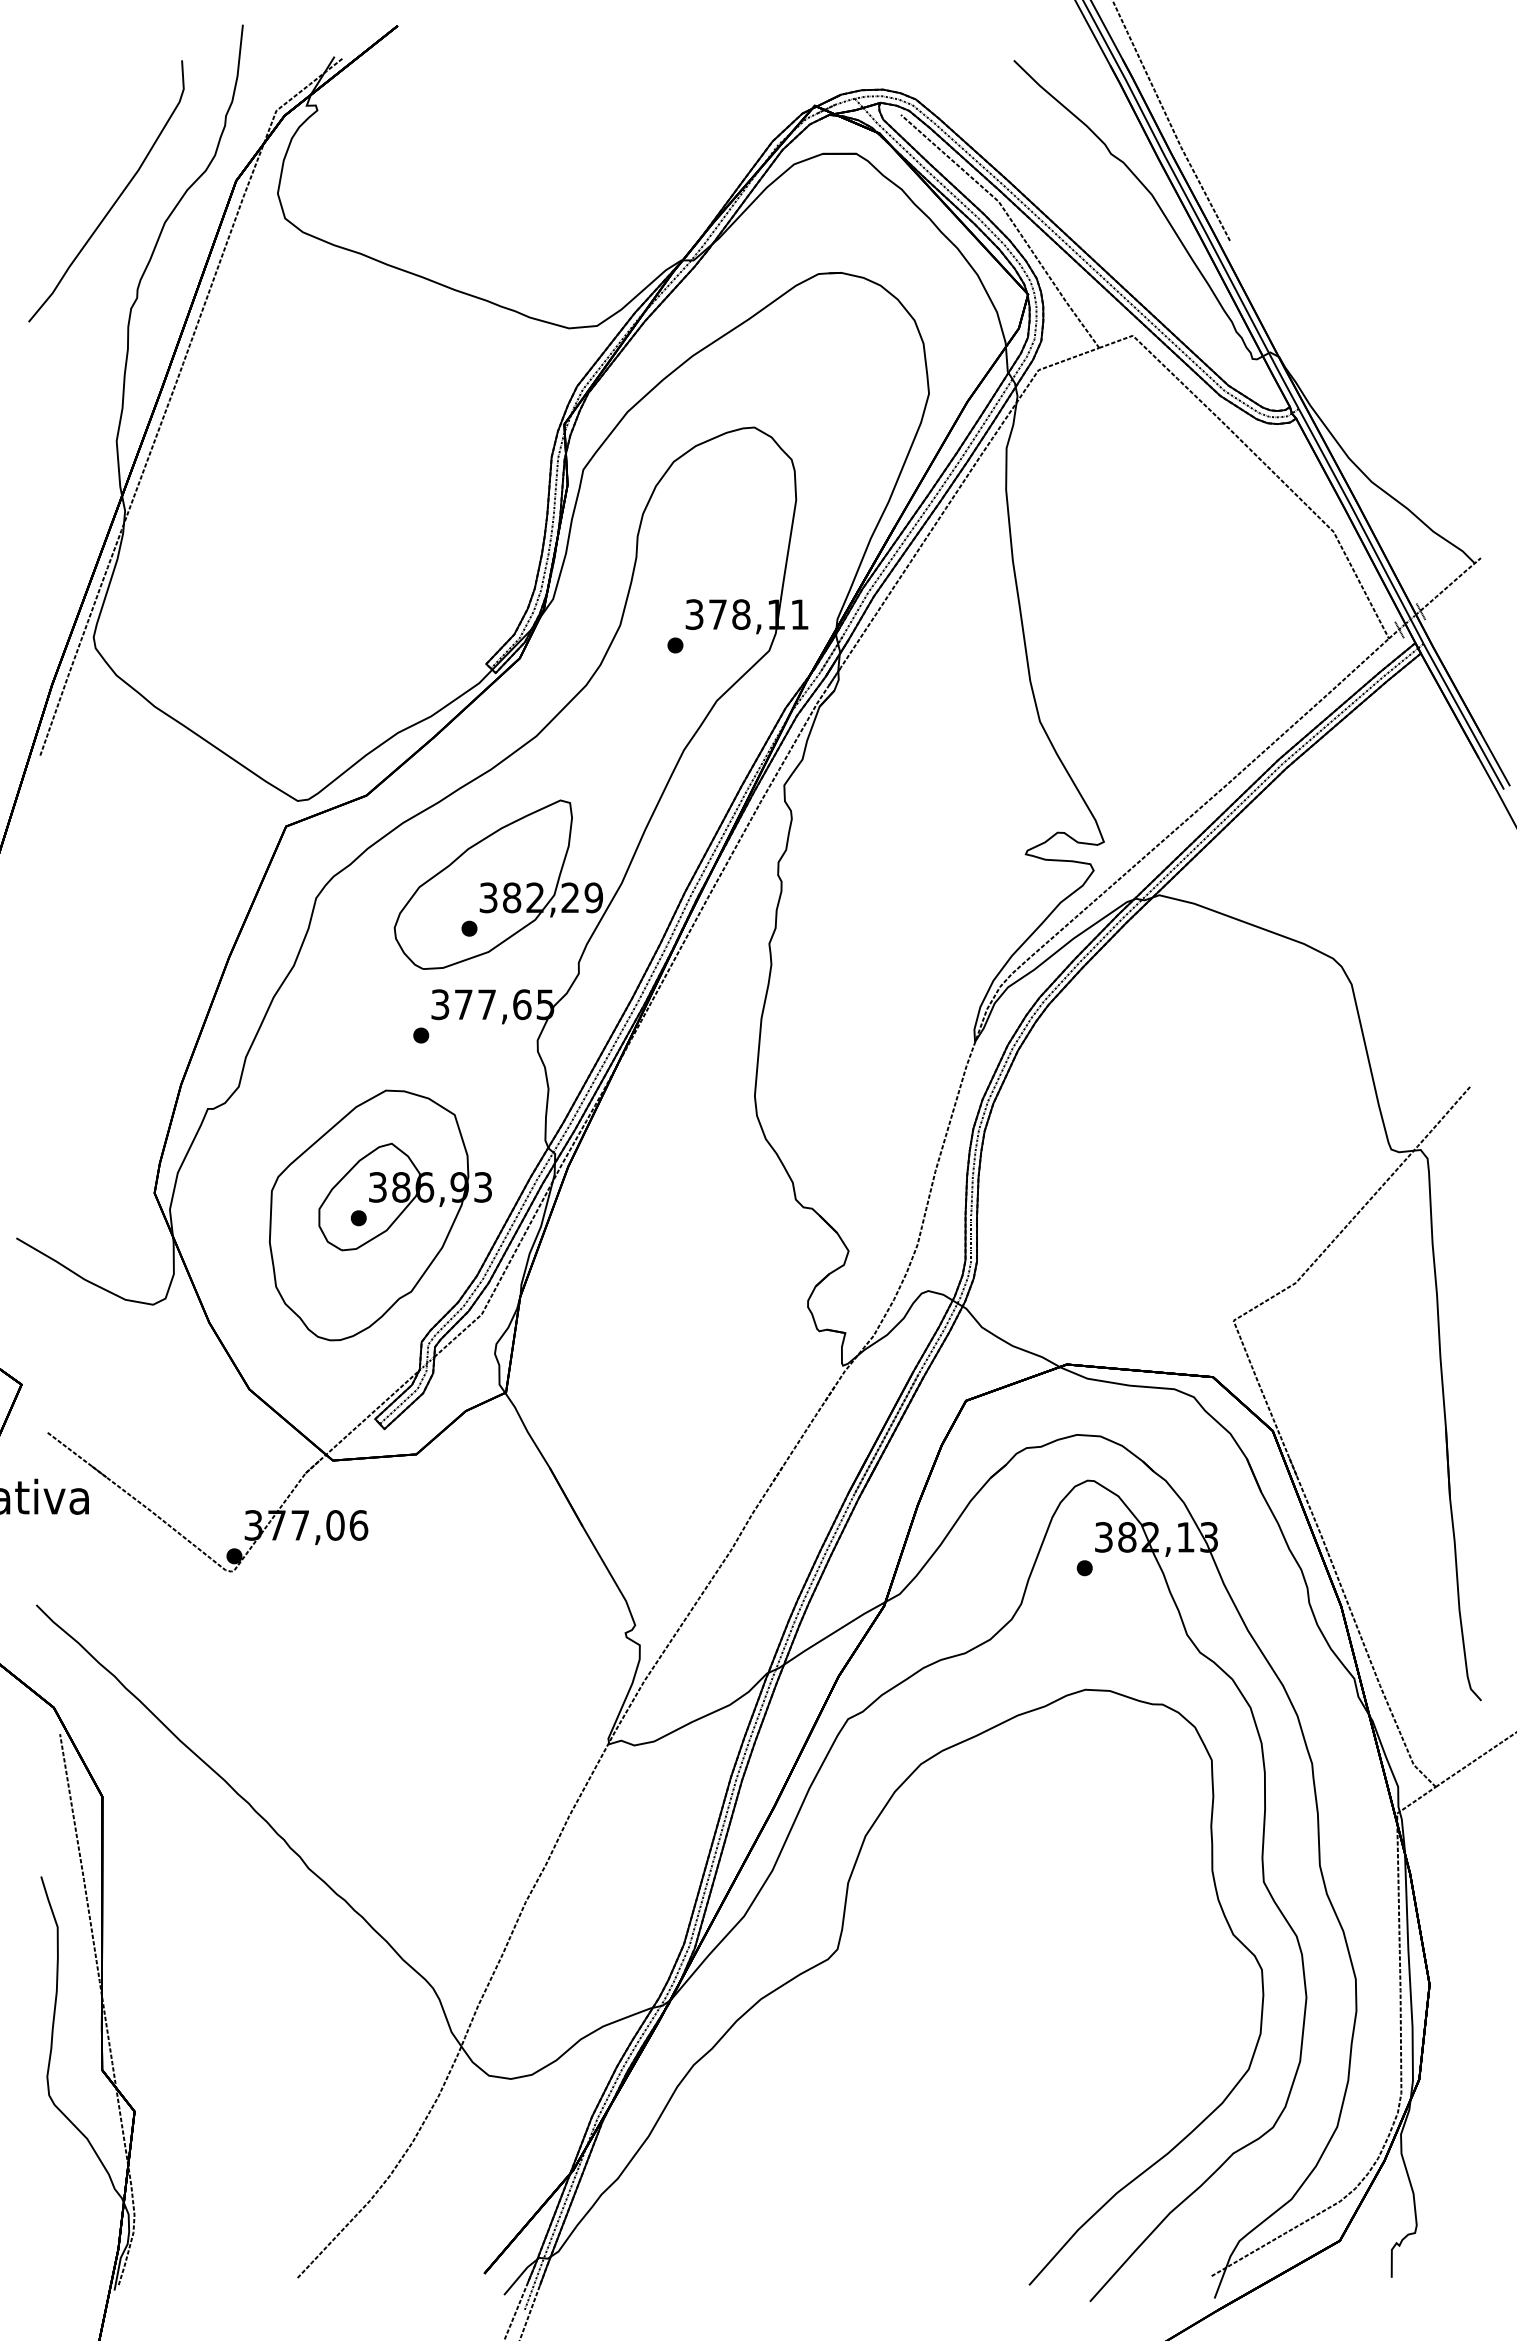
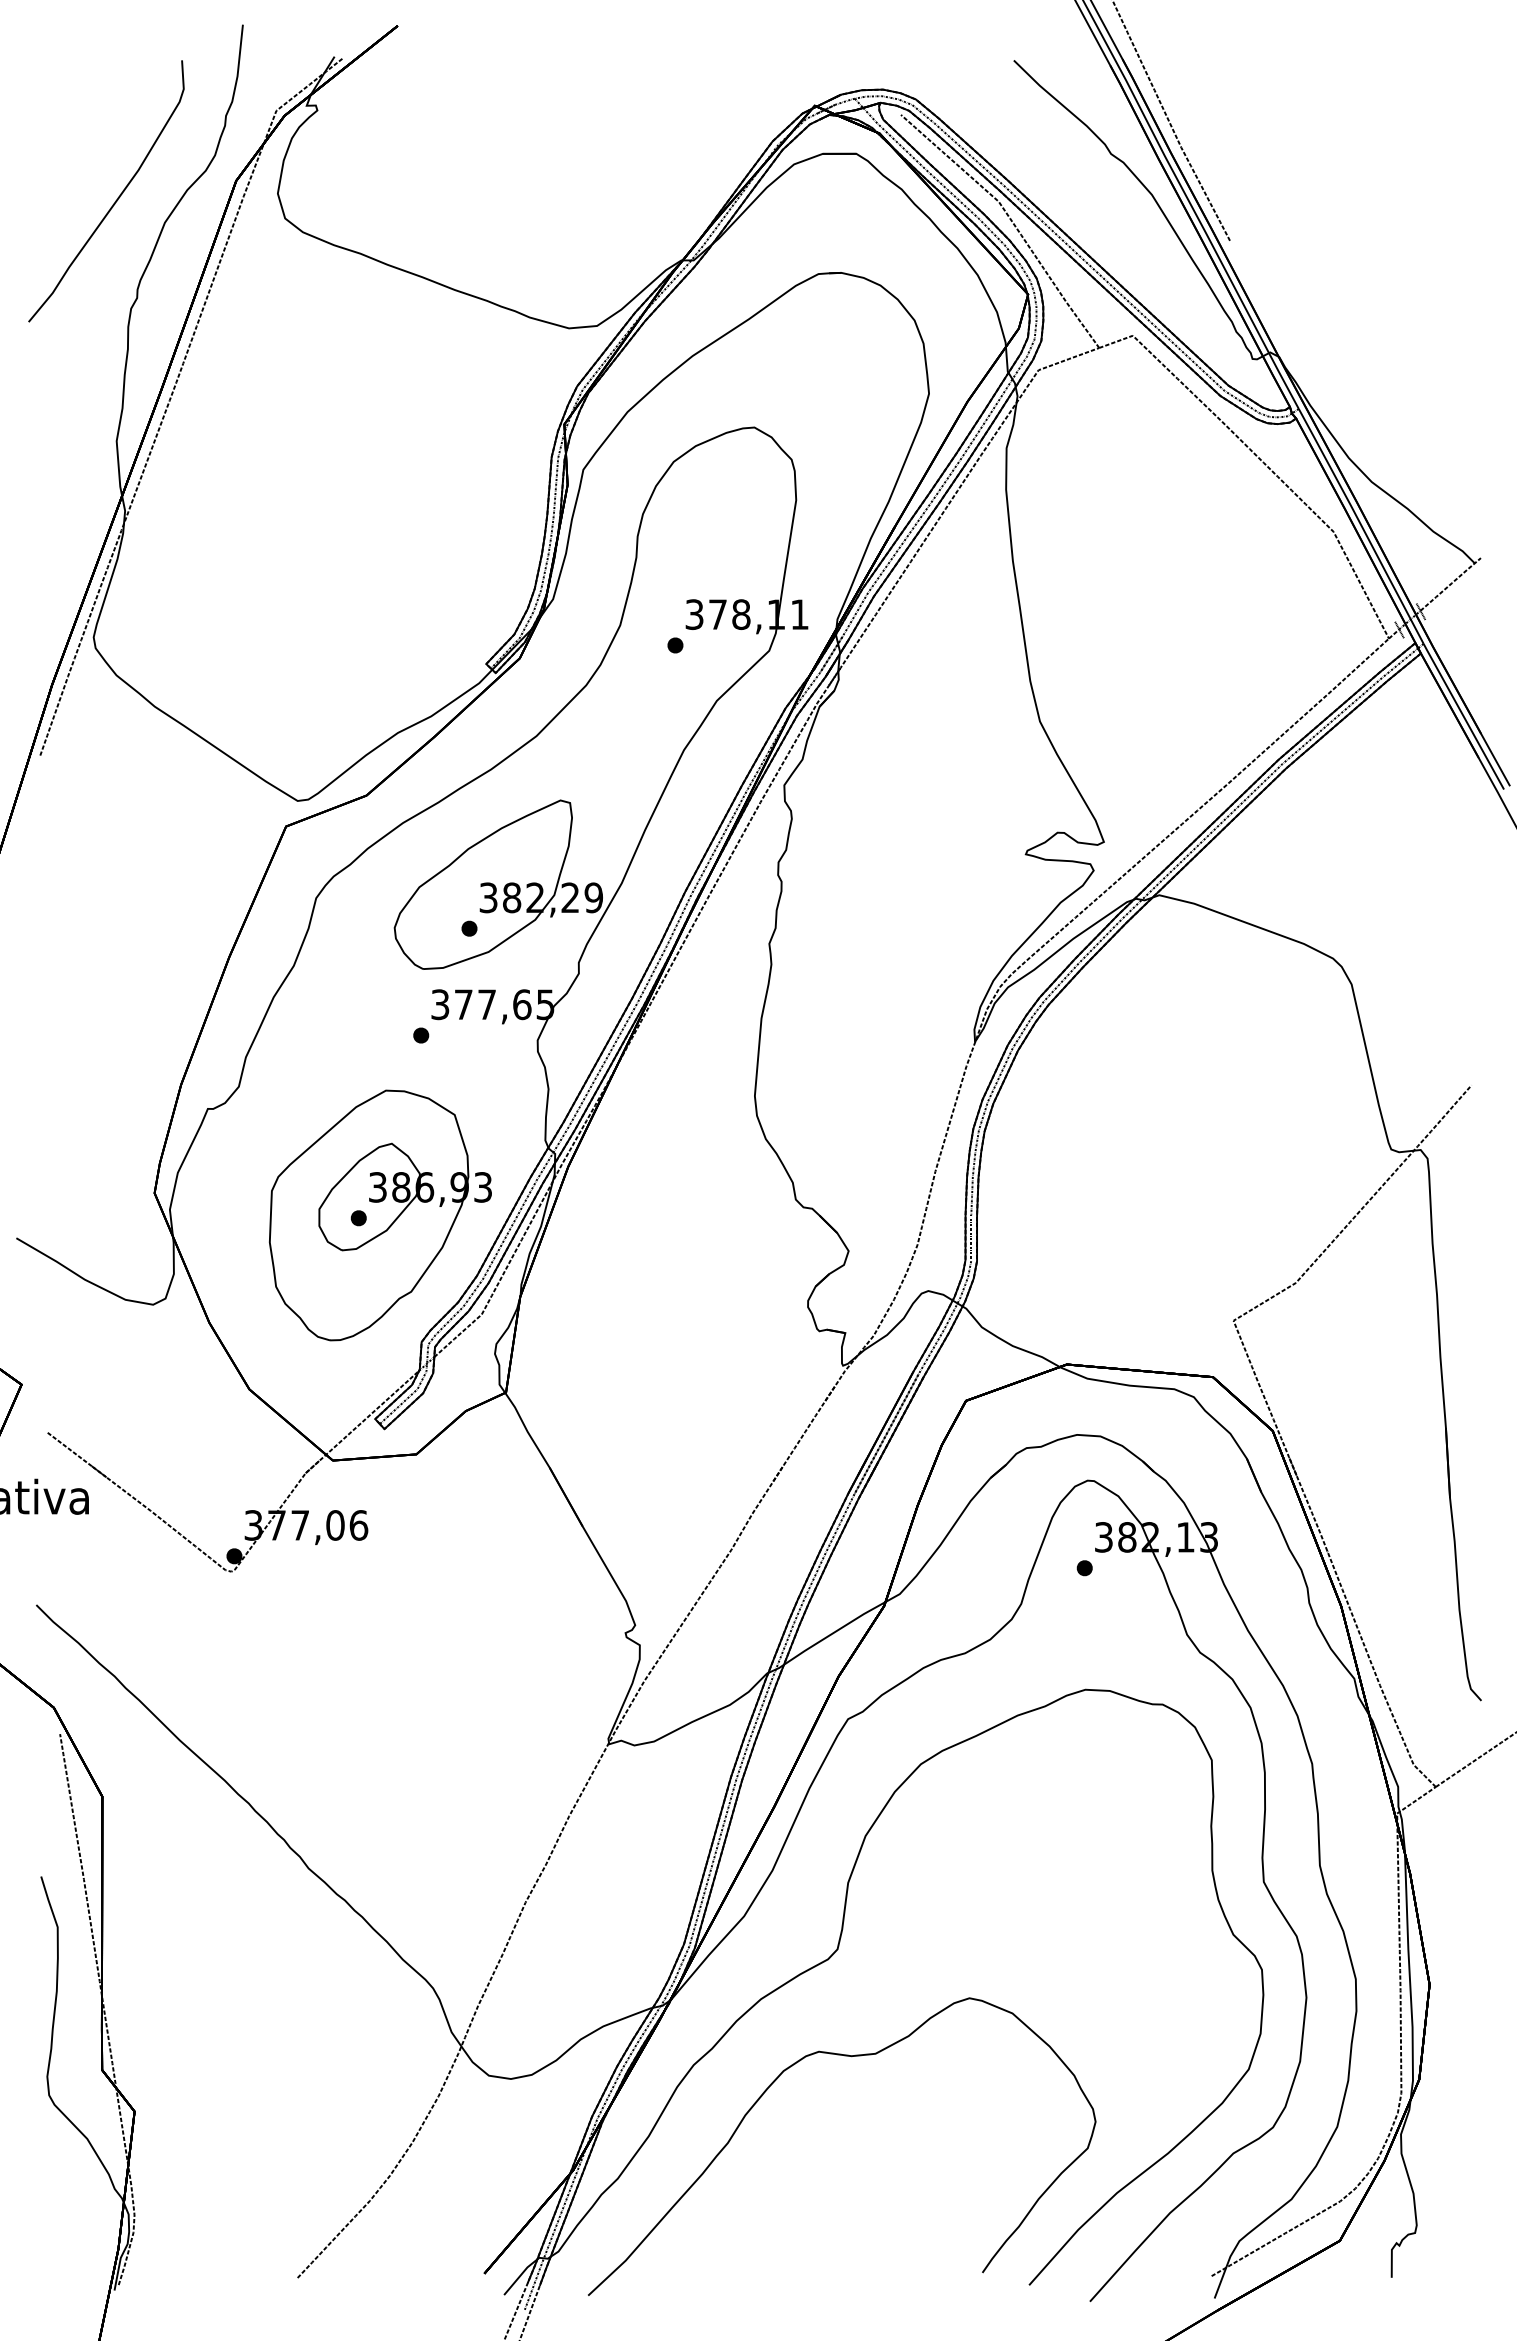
curve at (851, 2057): none -> present
